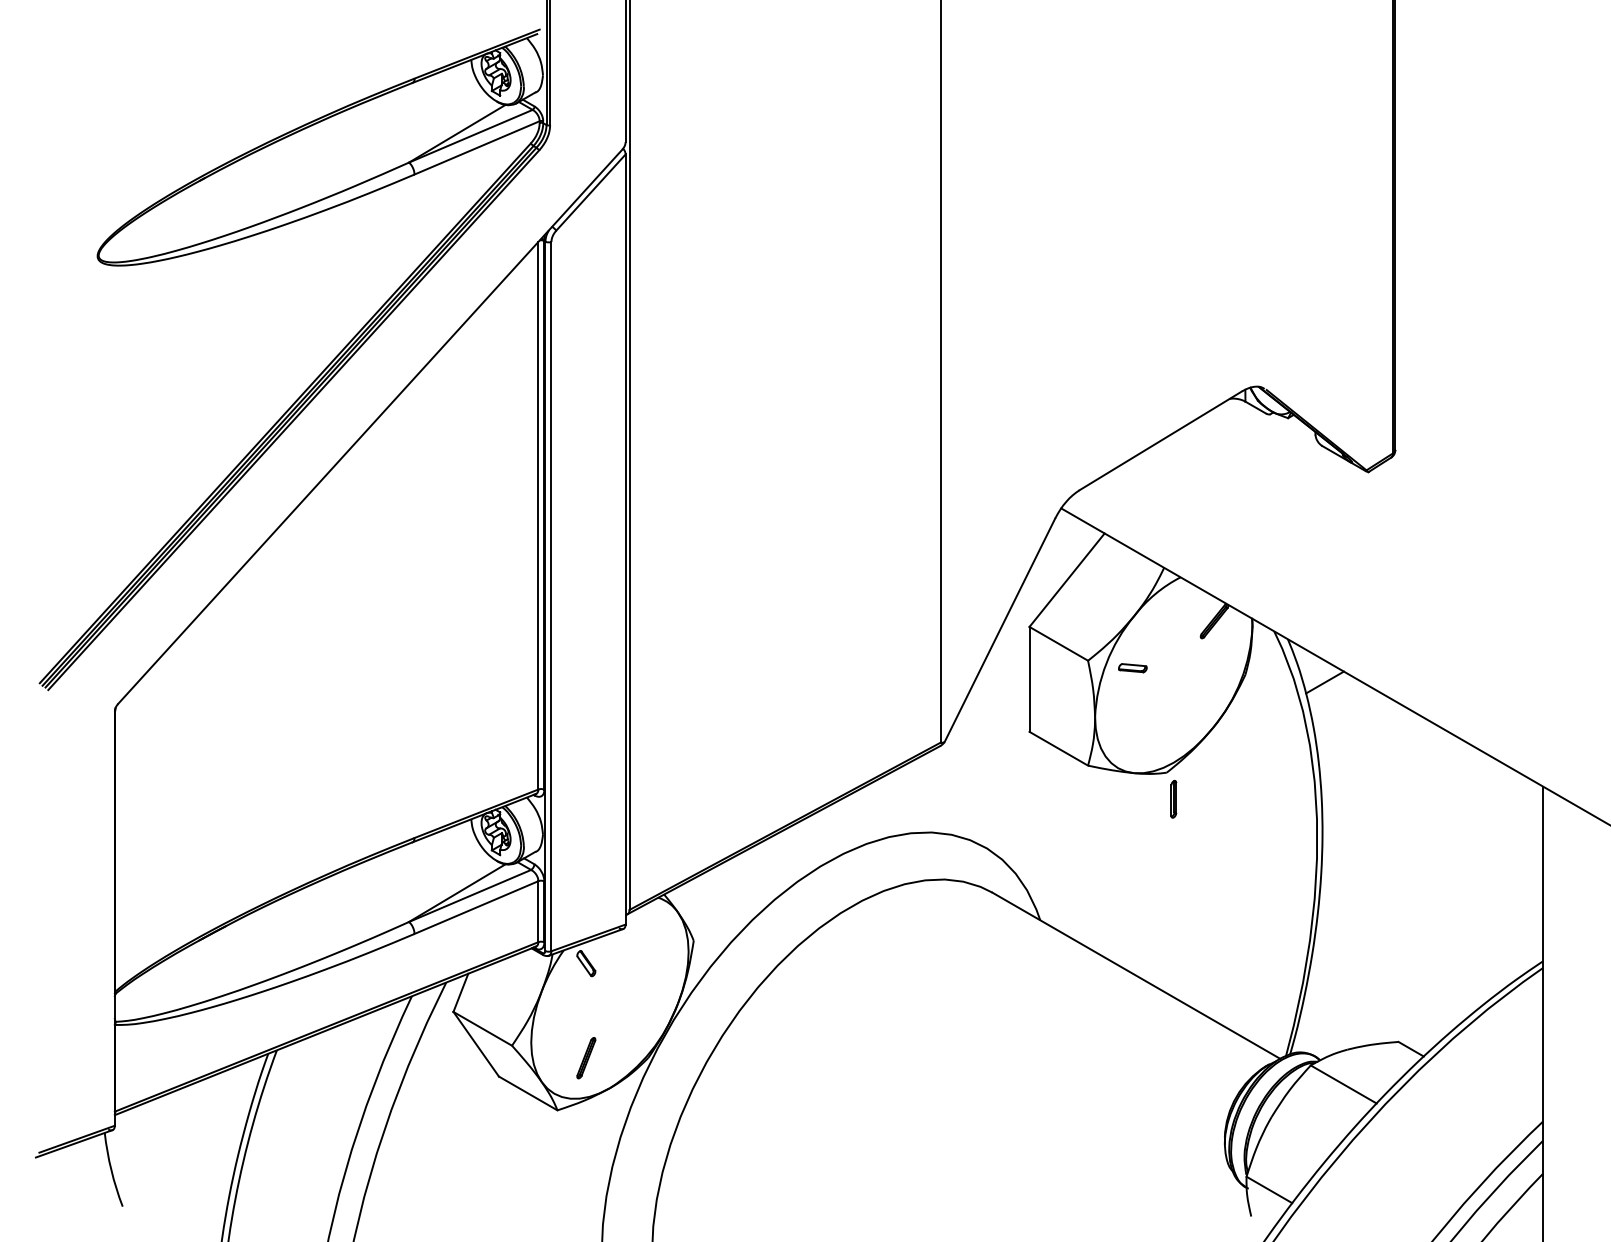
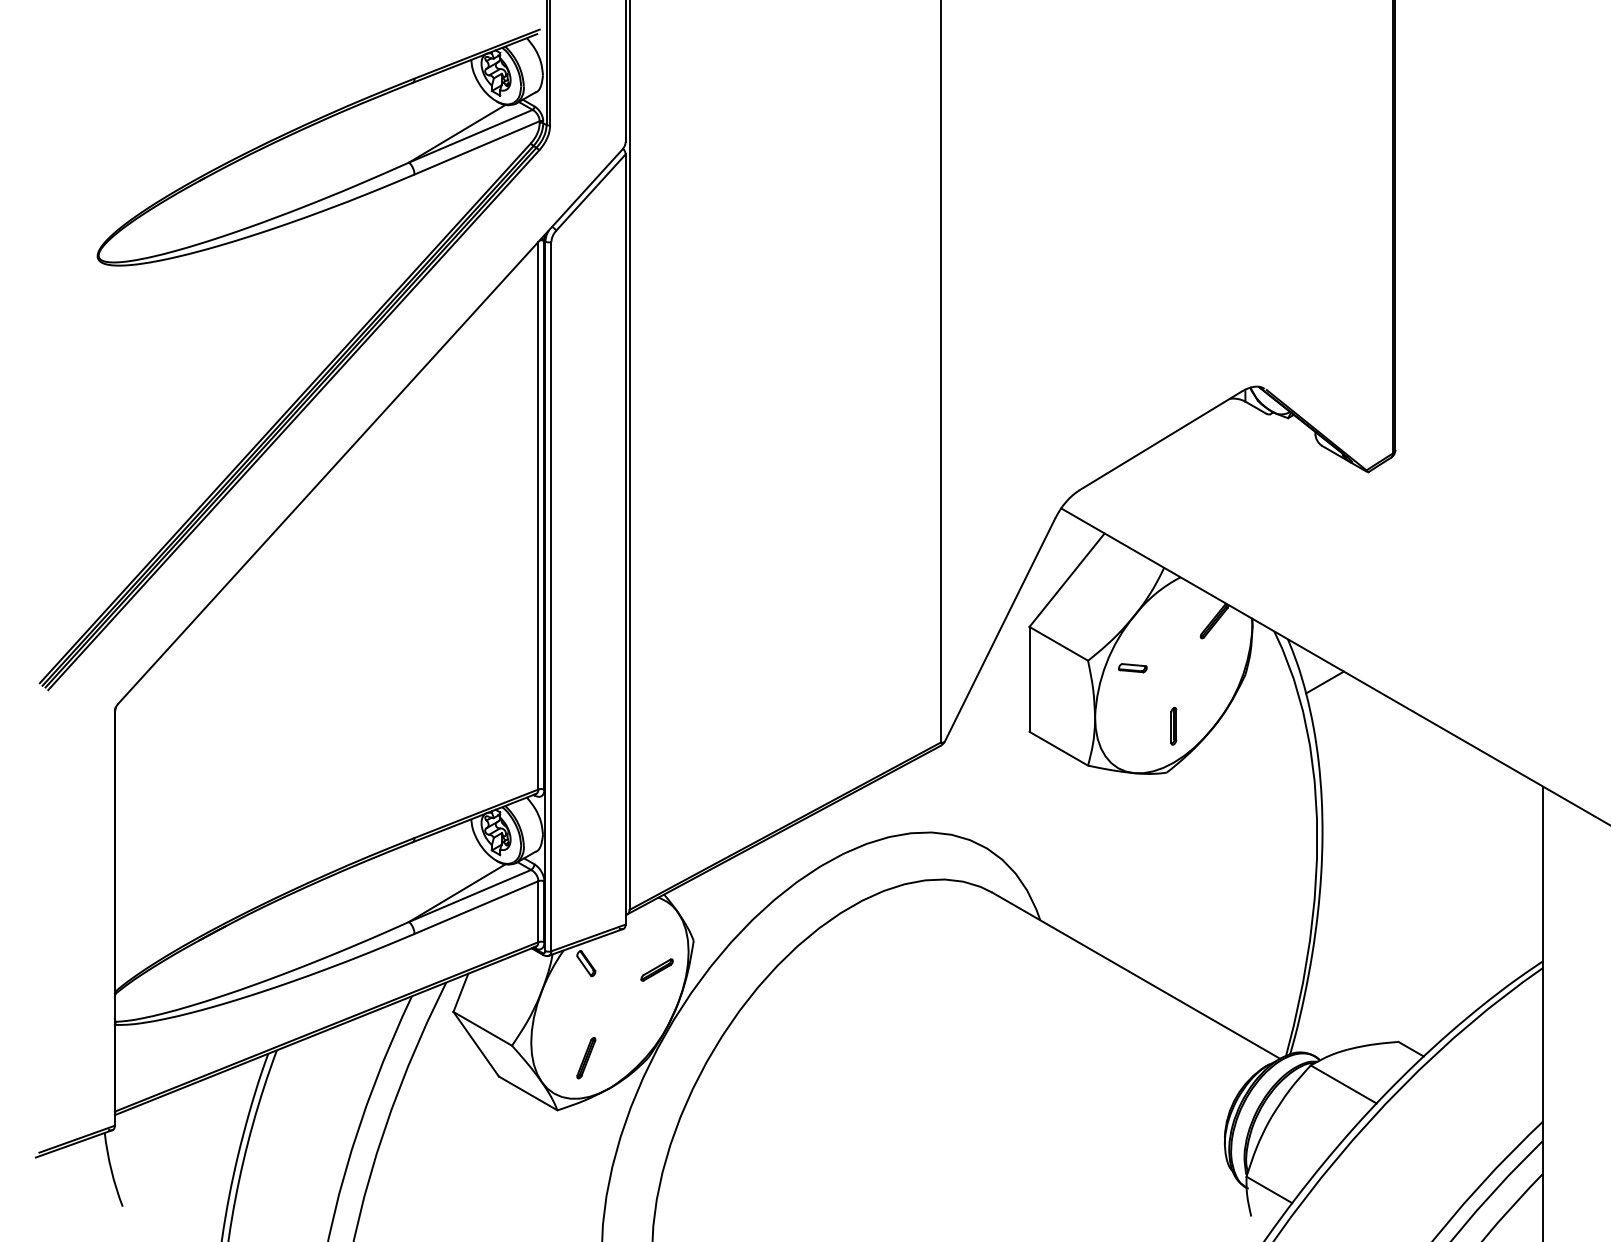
part at (1173, 798) position: (1173, 798) -> (1173, 725)
part at (656, 969): none -> present
